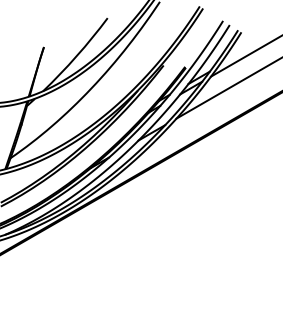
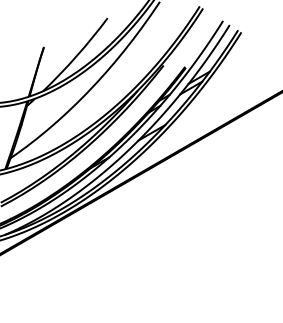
line at (244, 56): present -> none
line at (227, 88): present -> none
